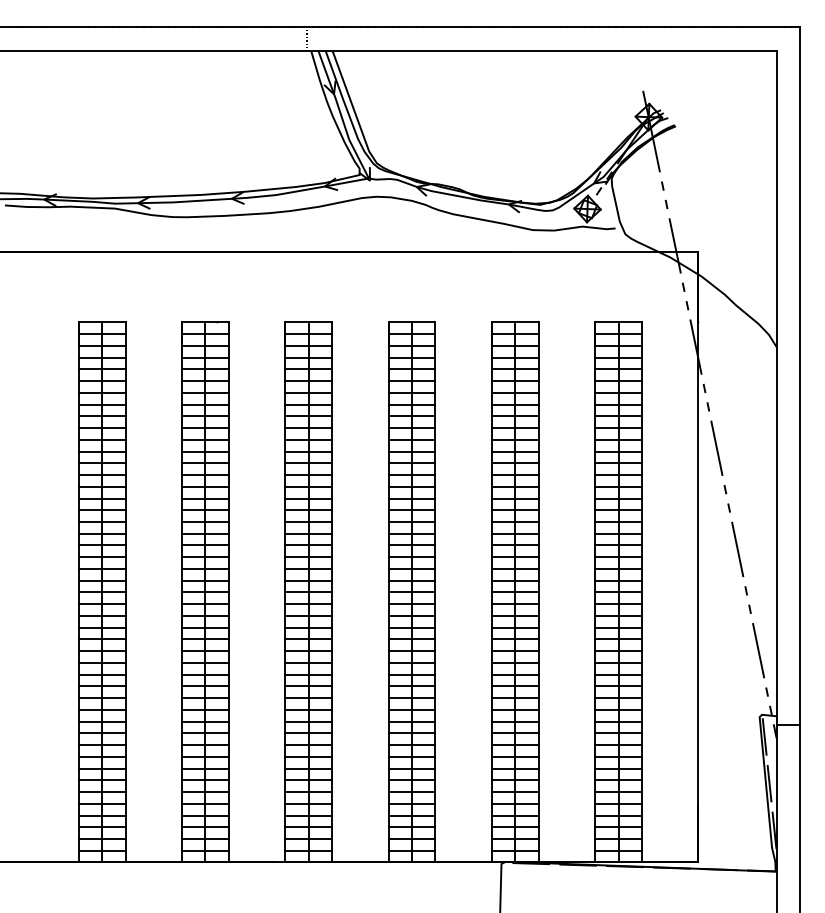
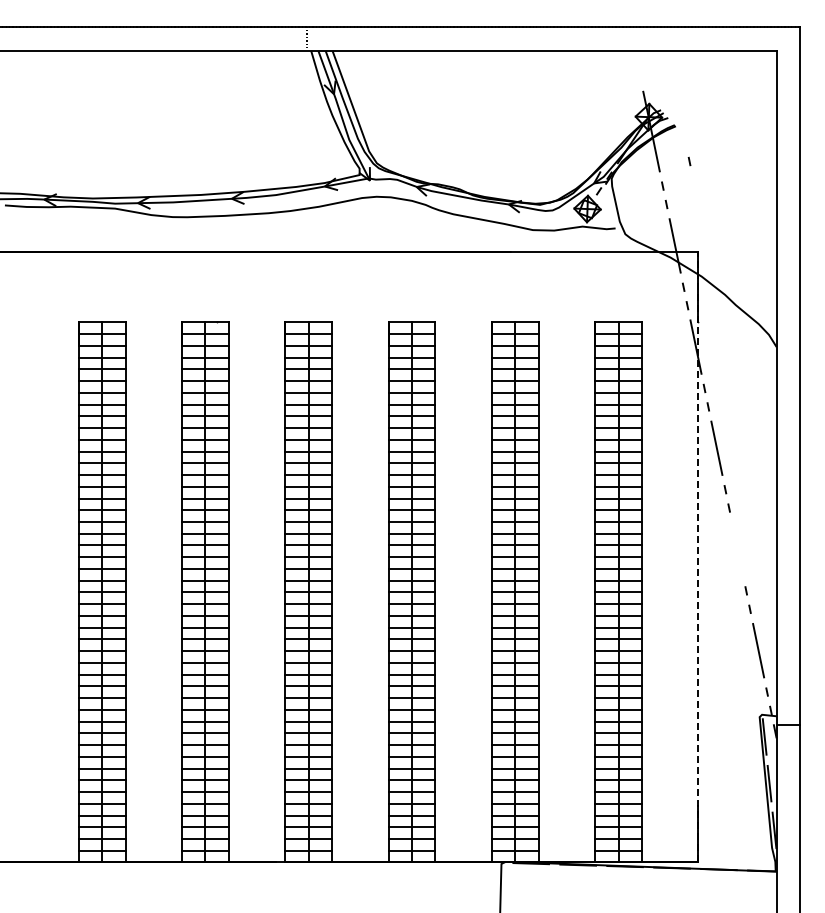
line at (689, 161): none -> present
line at (737, 549): present -> none
line at (698, 556): solid -> dashed
